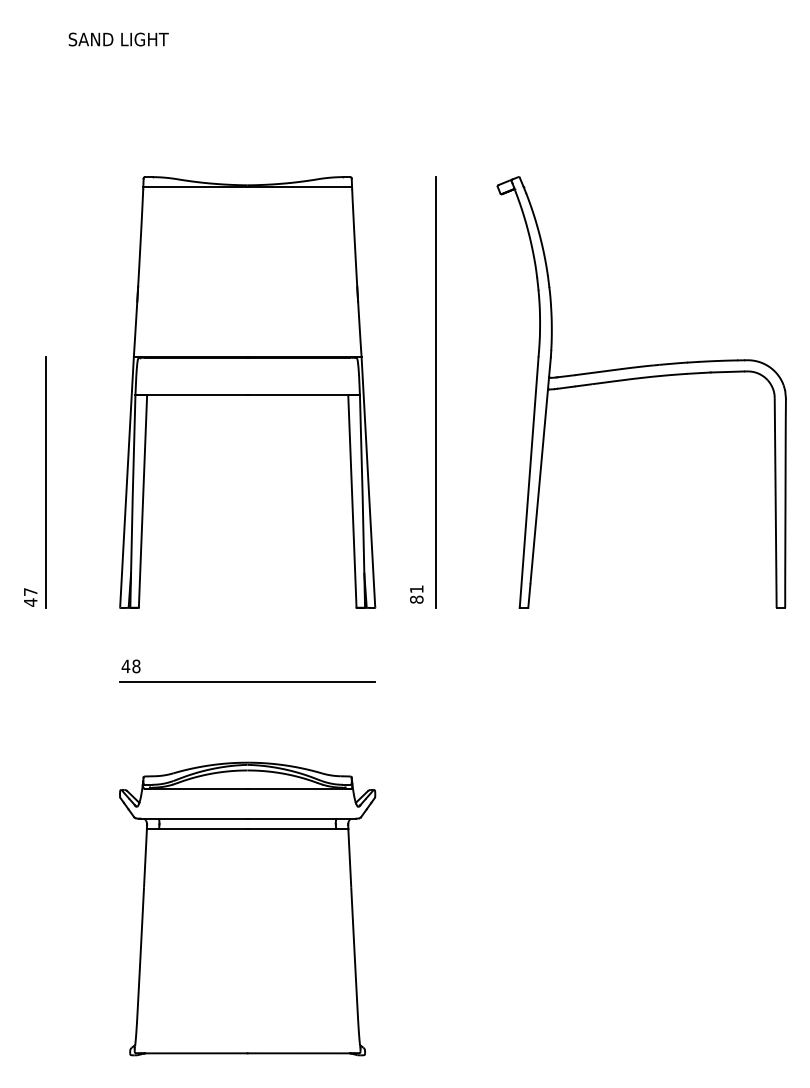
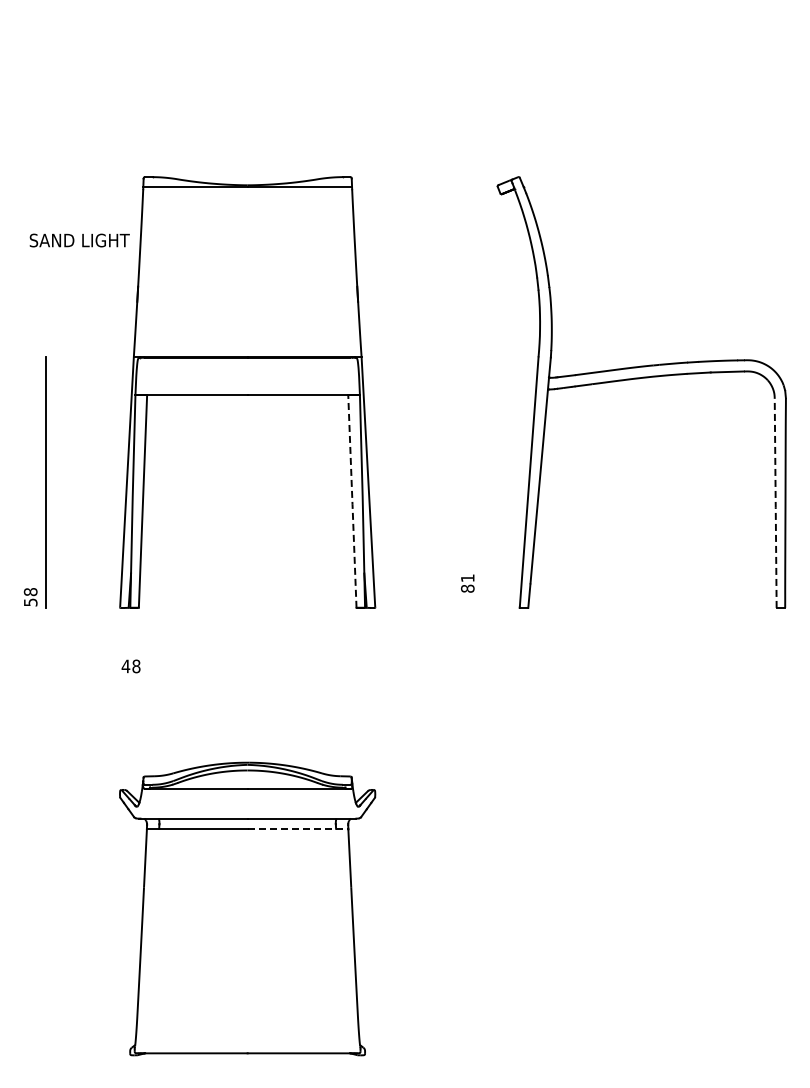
text at (118, 39) position: (118, 39) -> (79, 240)
line at (436, 392): present -> none
line at (352, 501): solid -> dashed
line at (775, 503): solid -> dashed
text at (416, 594) position: (416, 594) -> (467, 583)
text at (30, 597): 47 -> 58
line at (247, 681): present -> none
line at (298, 828): solid -> dashed
